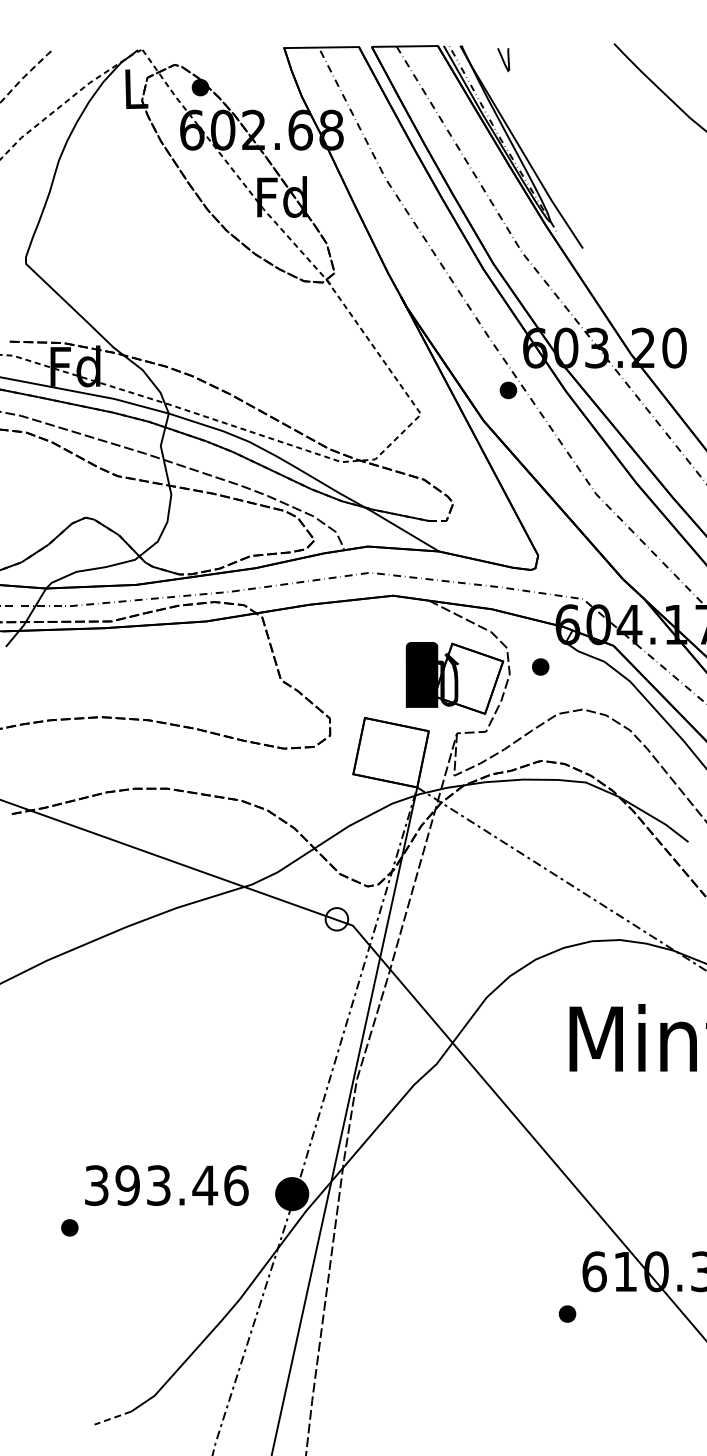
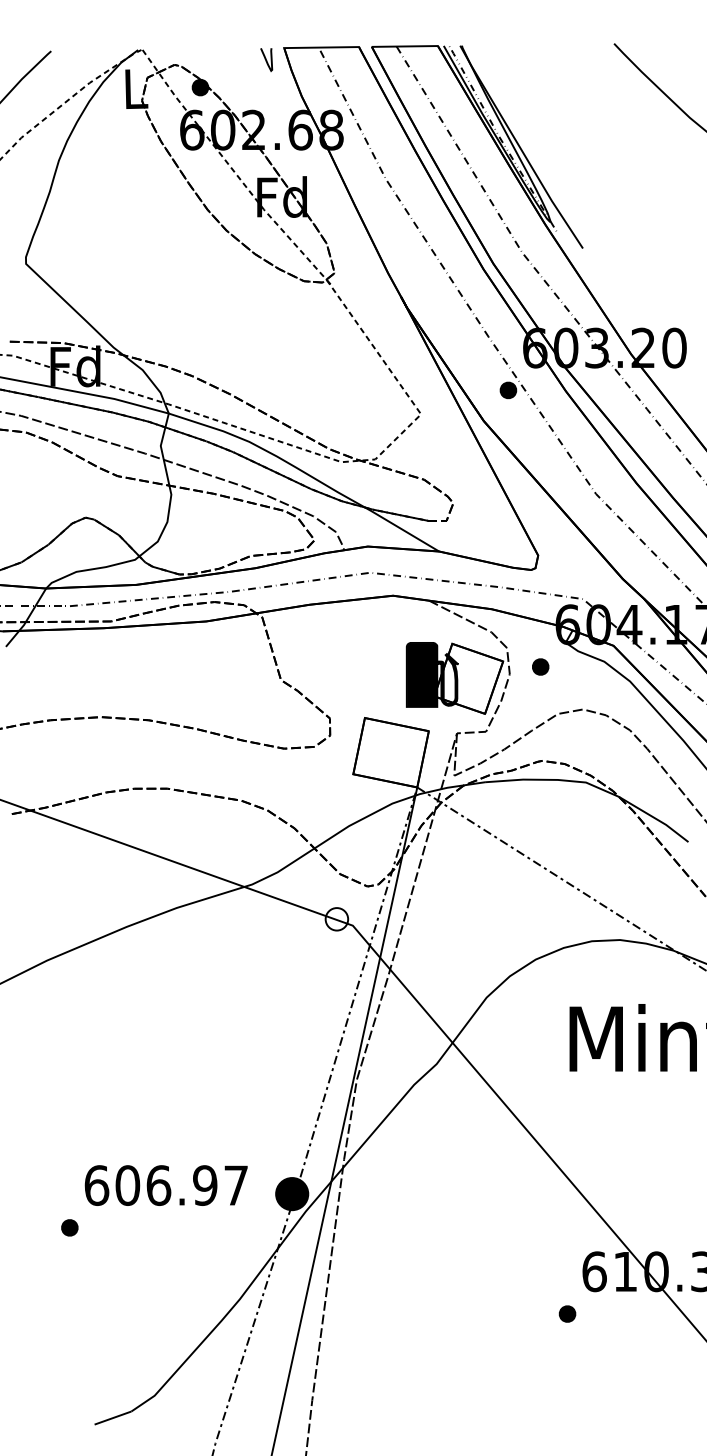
curve at (503, 60) position: (503, 60) -> (266, 60)
line at (24, 76): dashed -> solid
text at (166, 1185): 393.46 -> 606.97
line at (113, 1418): dashed -> solid
